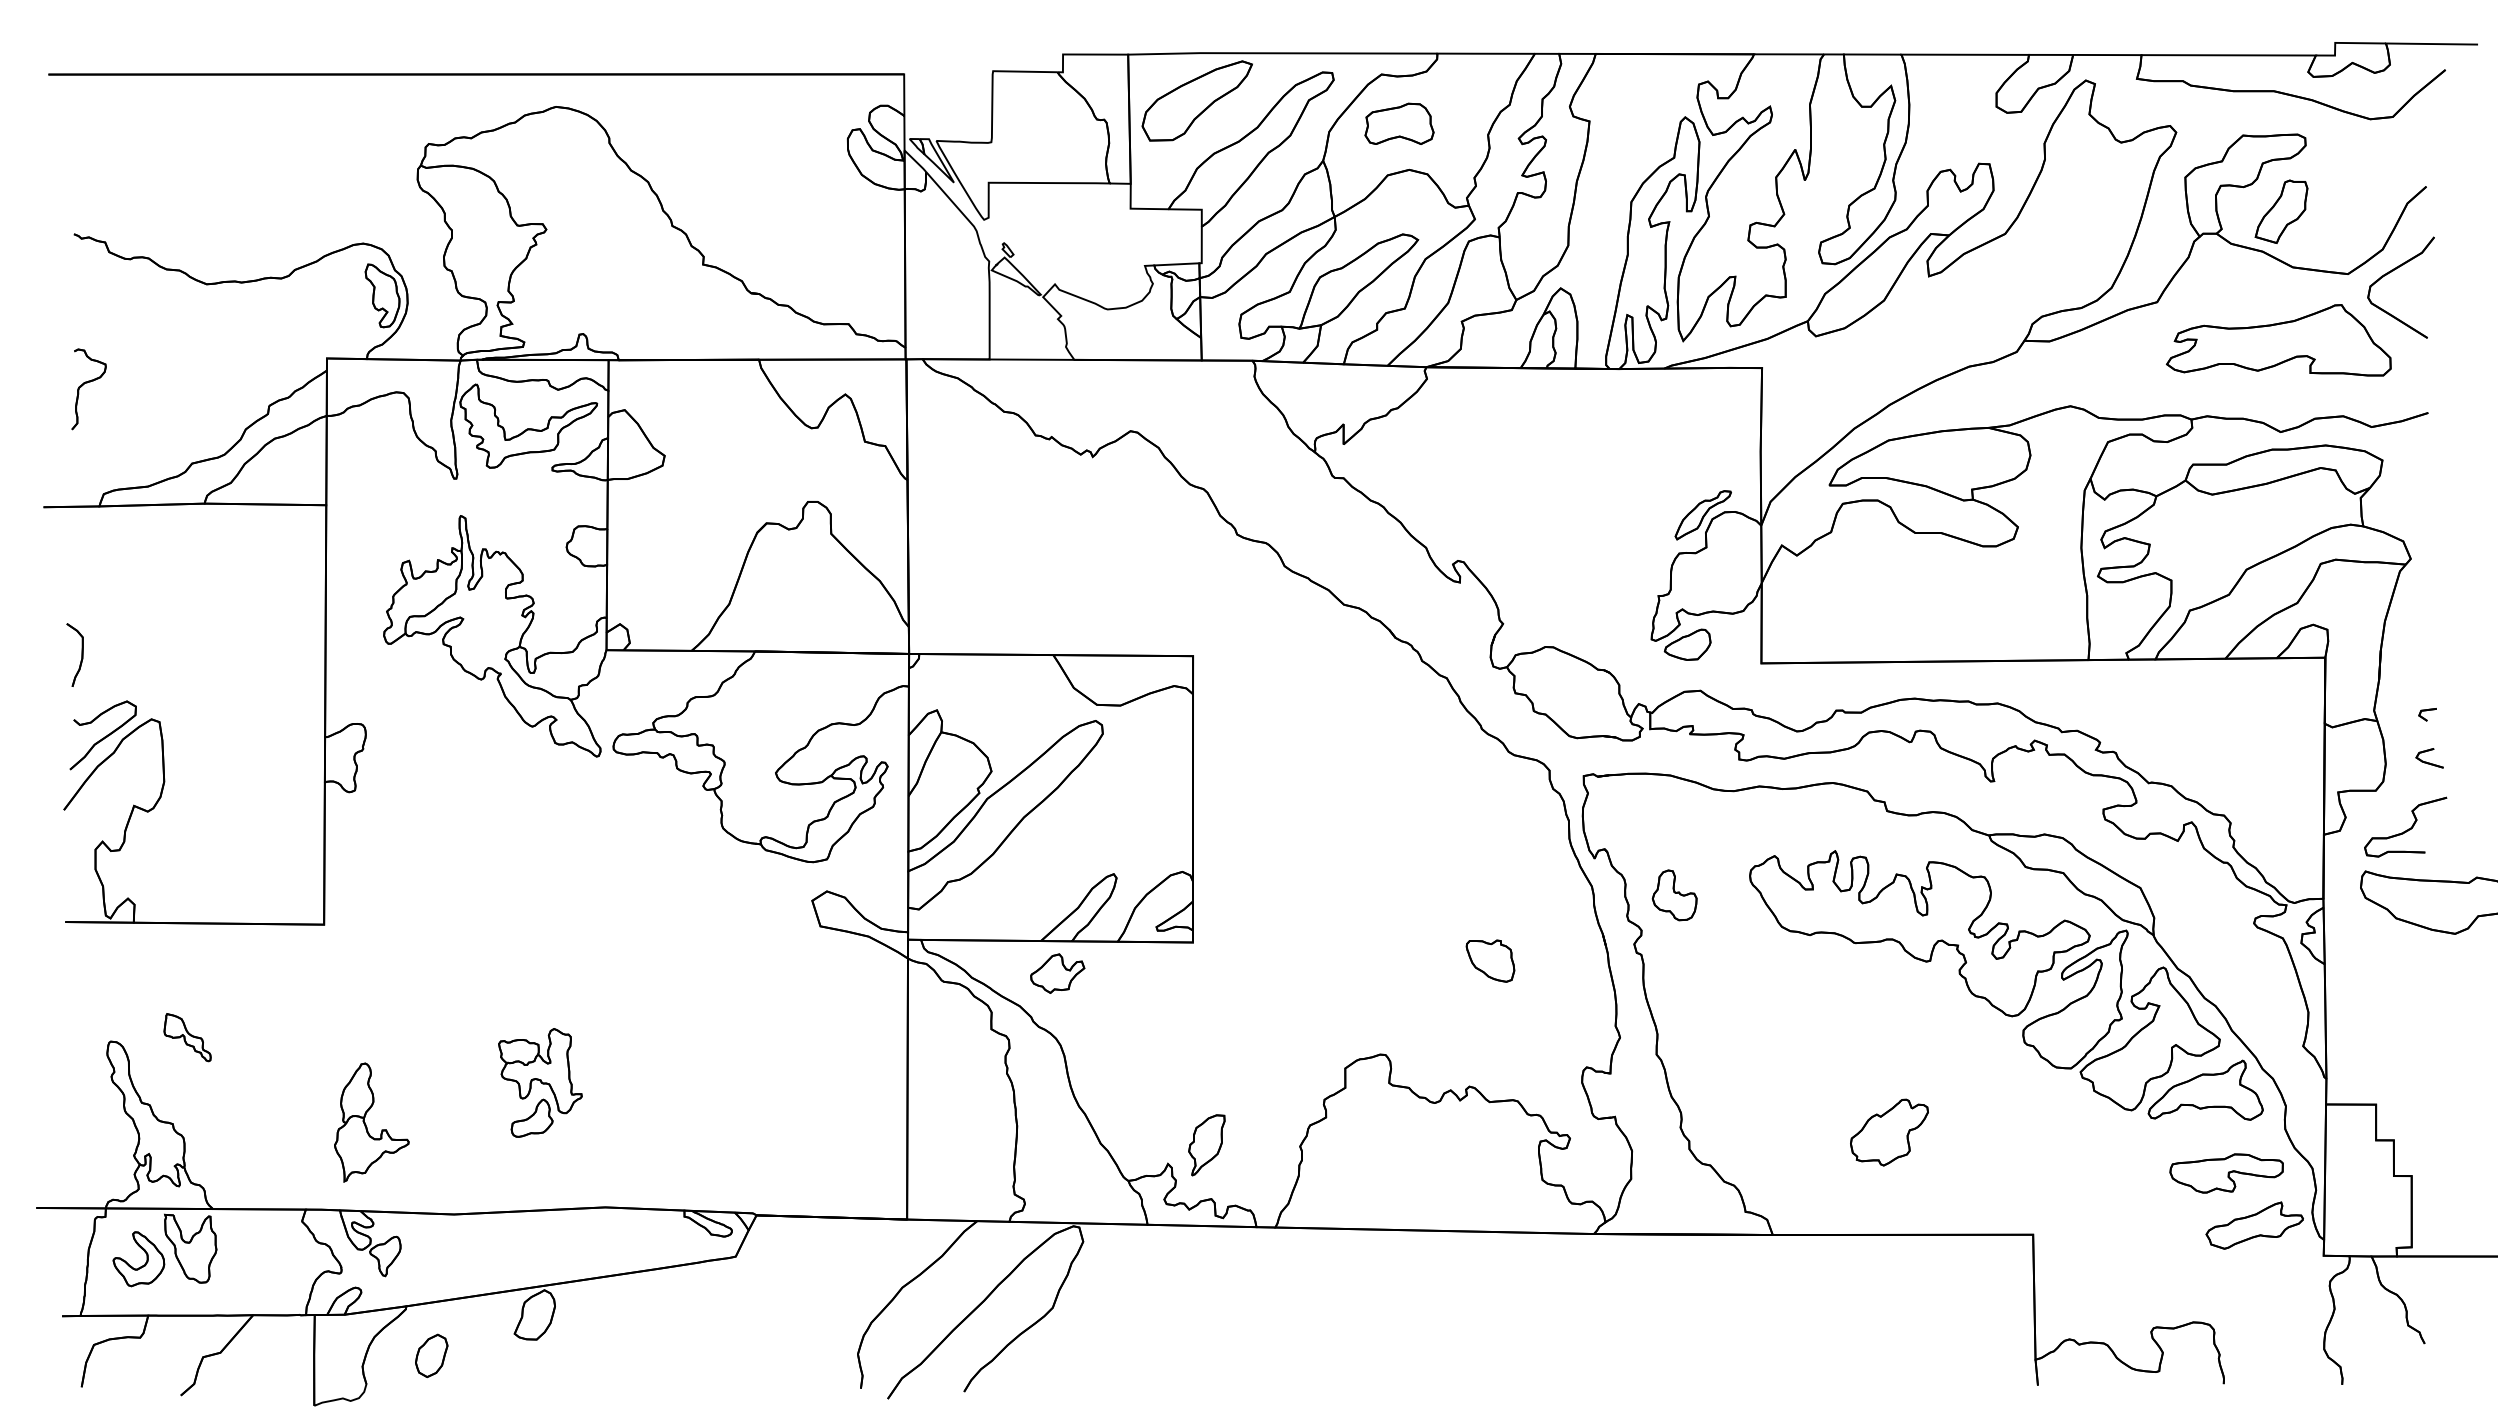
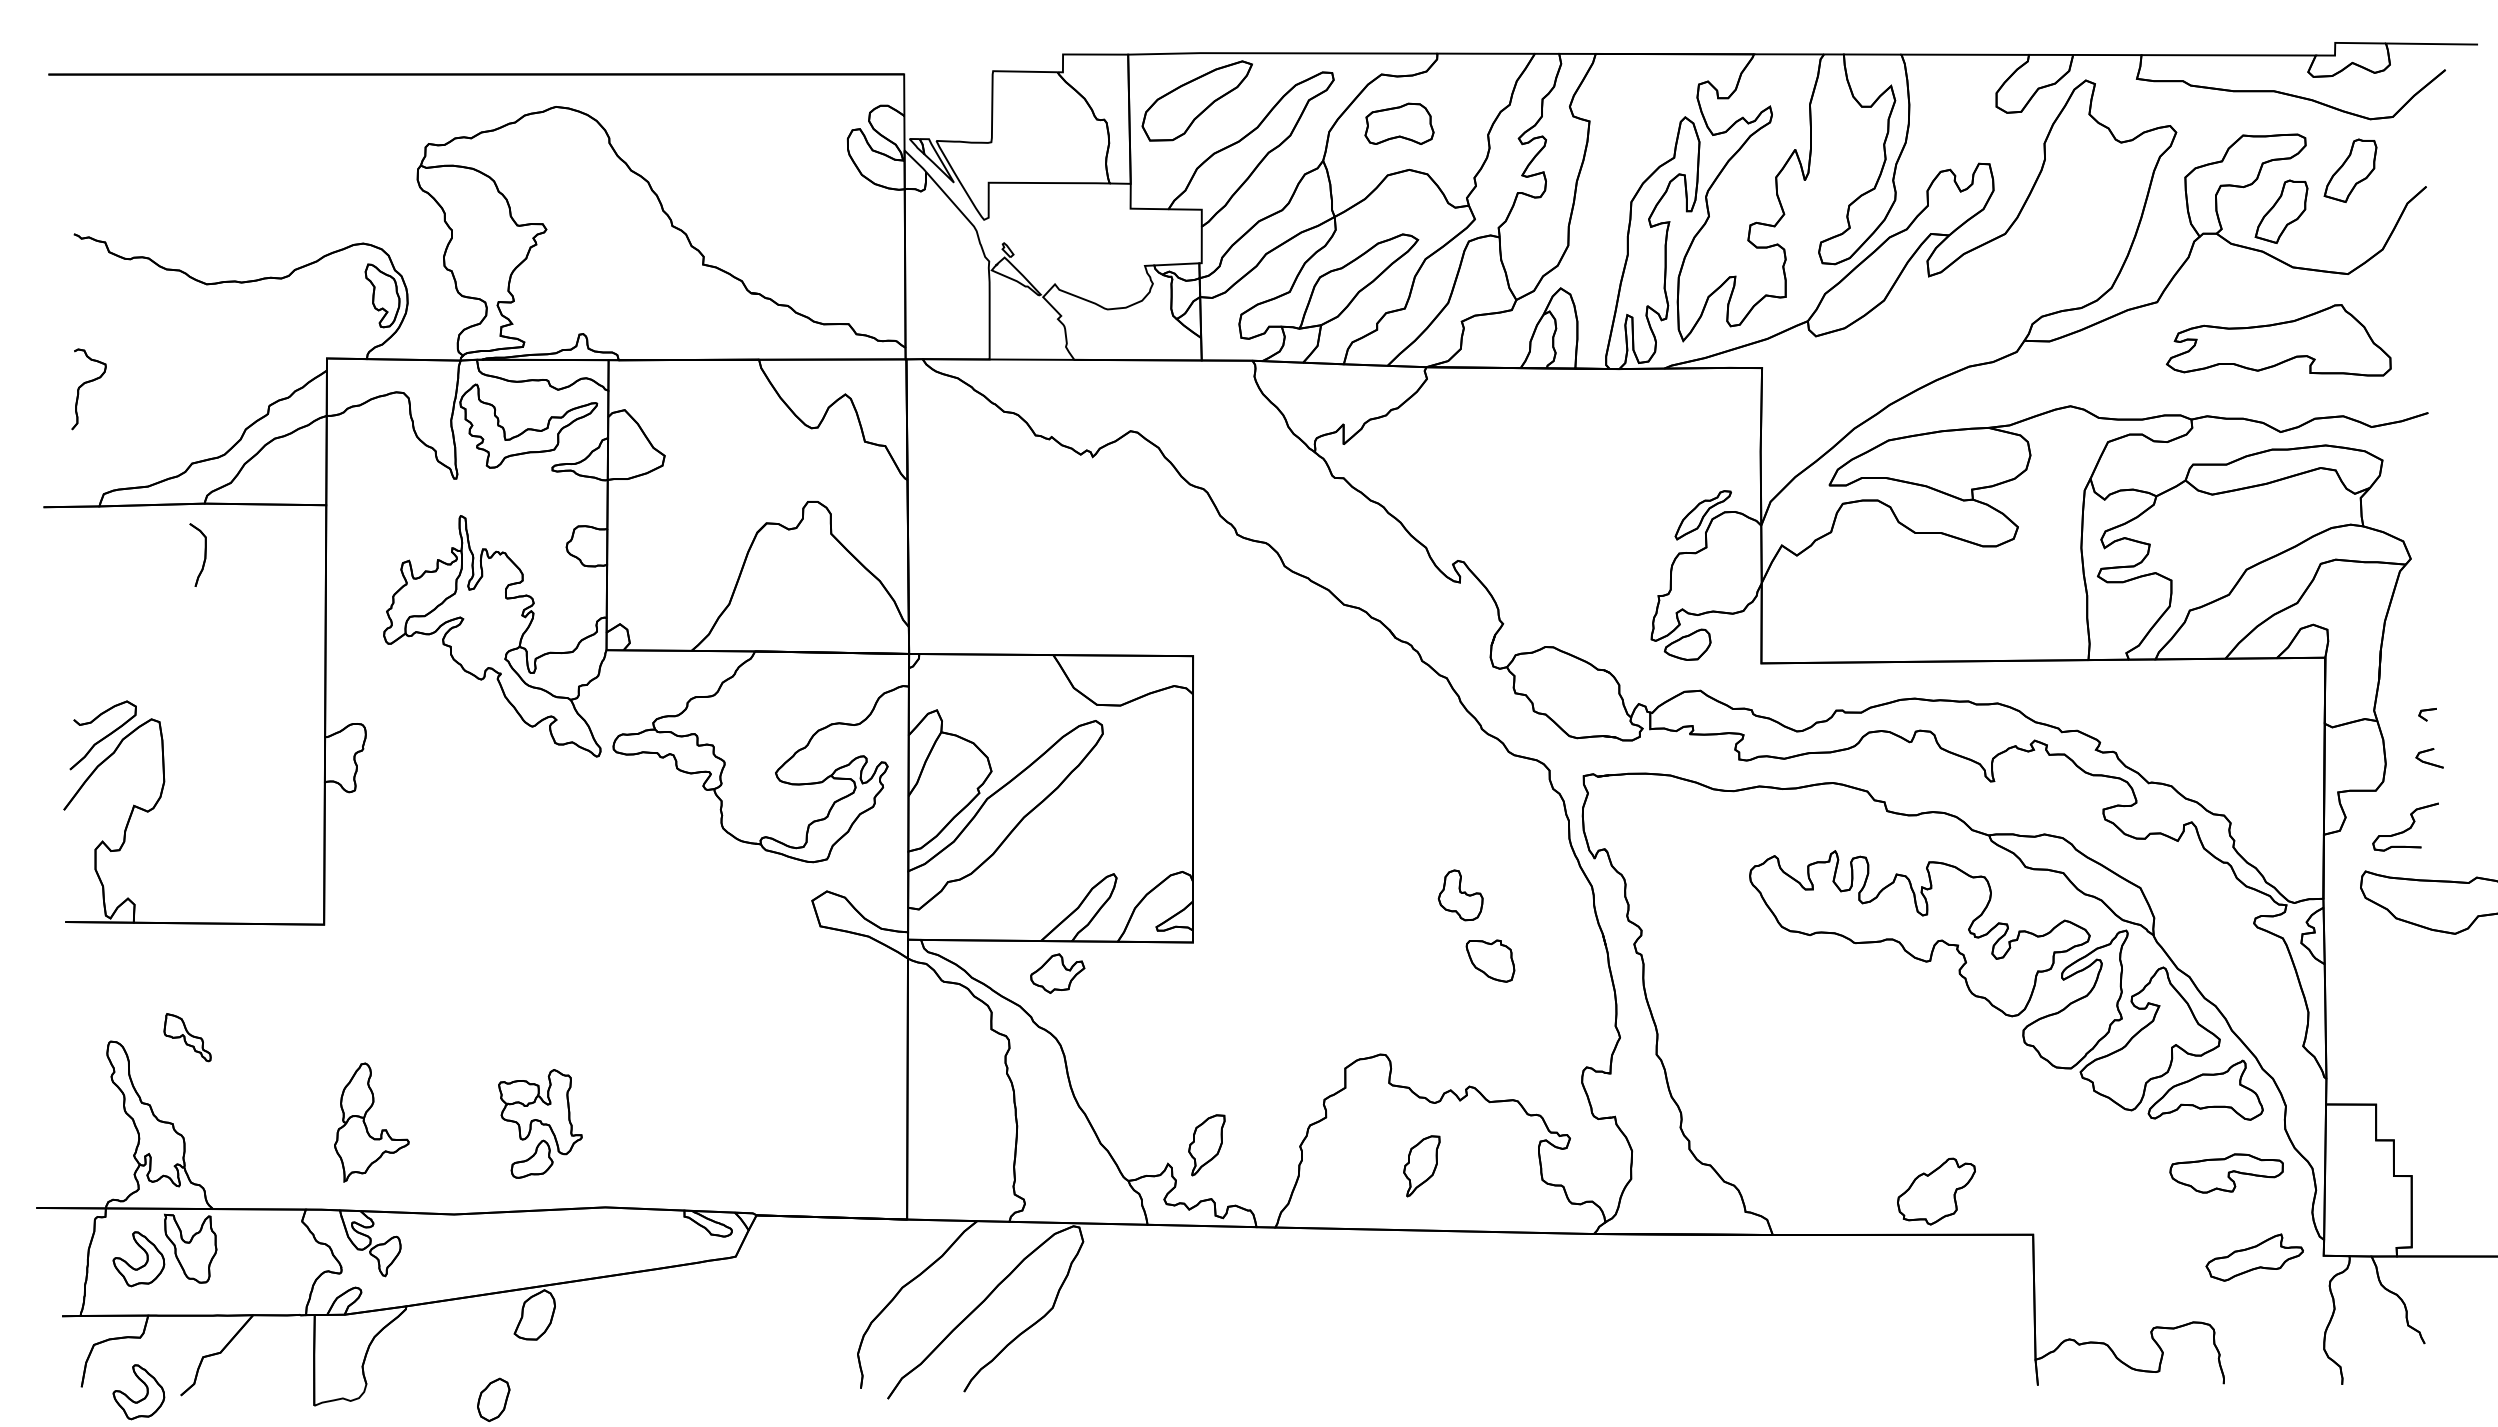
part at (2350, 170): none -> present
part at (2393, 271): present -> none
part at (81, 654) position: (81, 654) -> (204, 554)
part at (2405, 826) size: 84x62 px -> 67x50 px
part at (1674, 895) position: (1674, 895) -> (1460, 895)
part at (540, 1082) position: (540, 1082) -> (540, 1123)
part at (1889, 1132) position: (1889, 1132) -> (1936, 1191)
part at (1421, 1166): none -> present
part at (2254, 1225) position: (2254, 1225) -> (2254, 1257)
part at (431, 1355) position: (431, 1355) -> (493, 1399)
part at (142, 1398): none -> present
